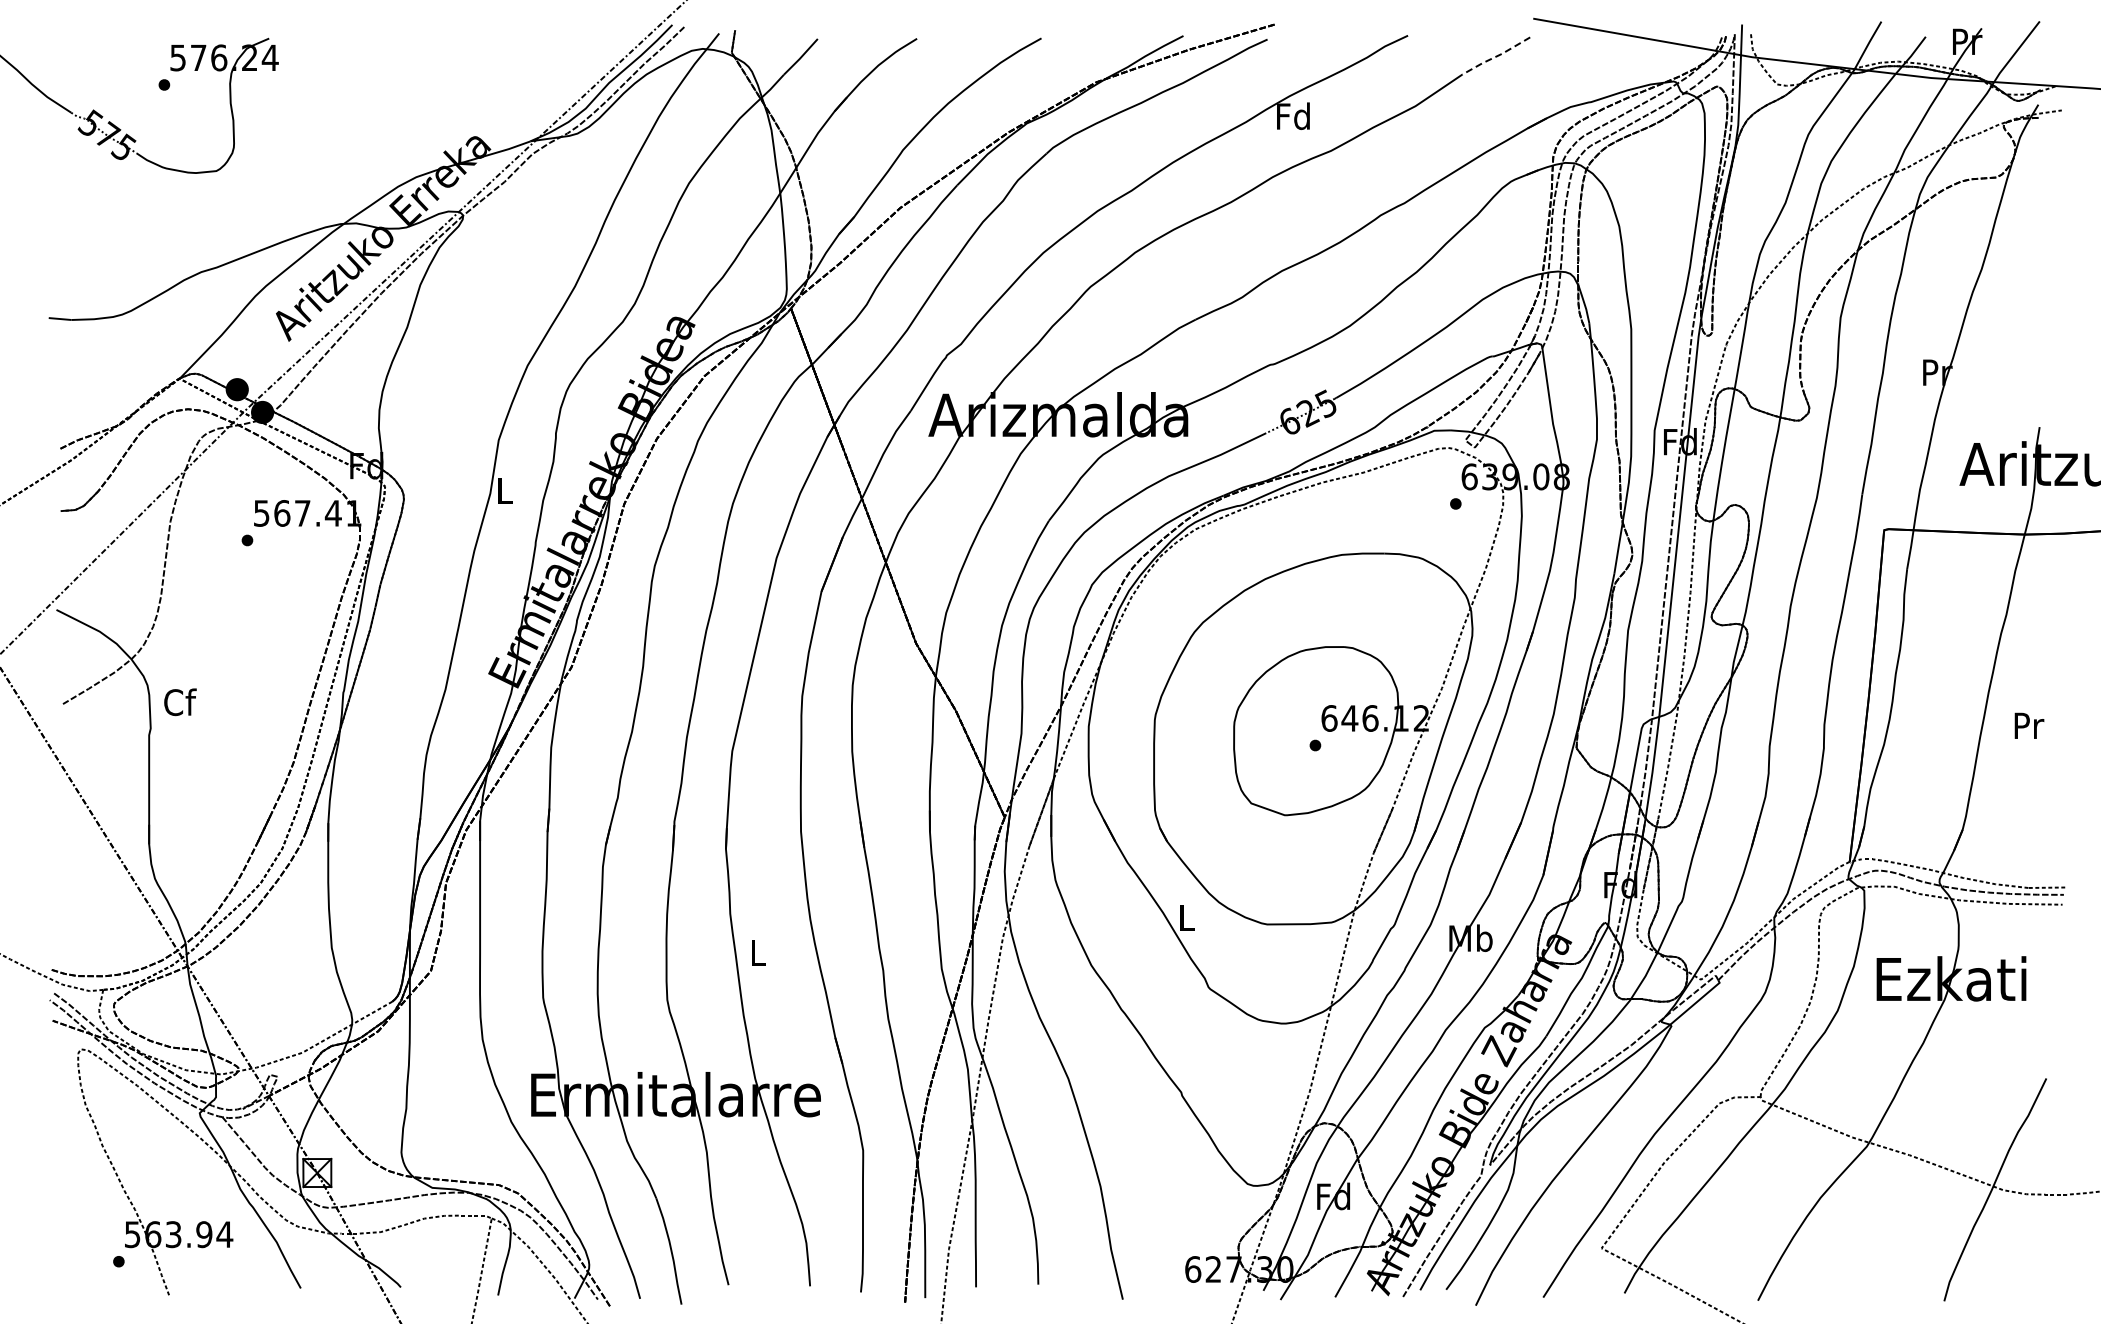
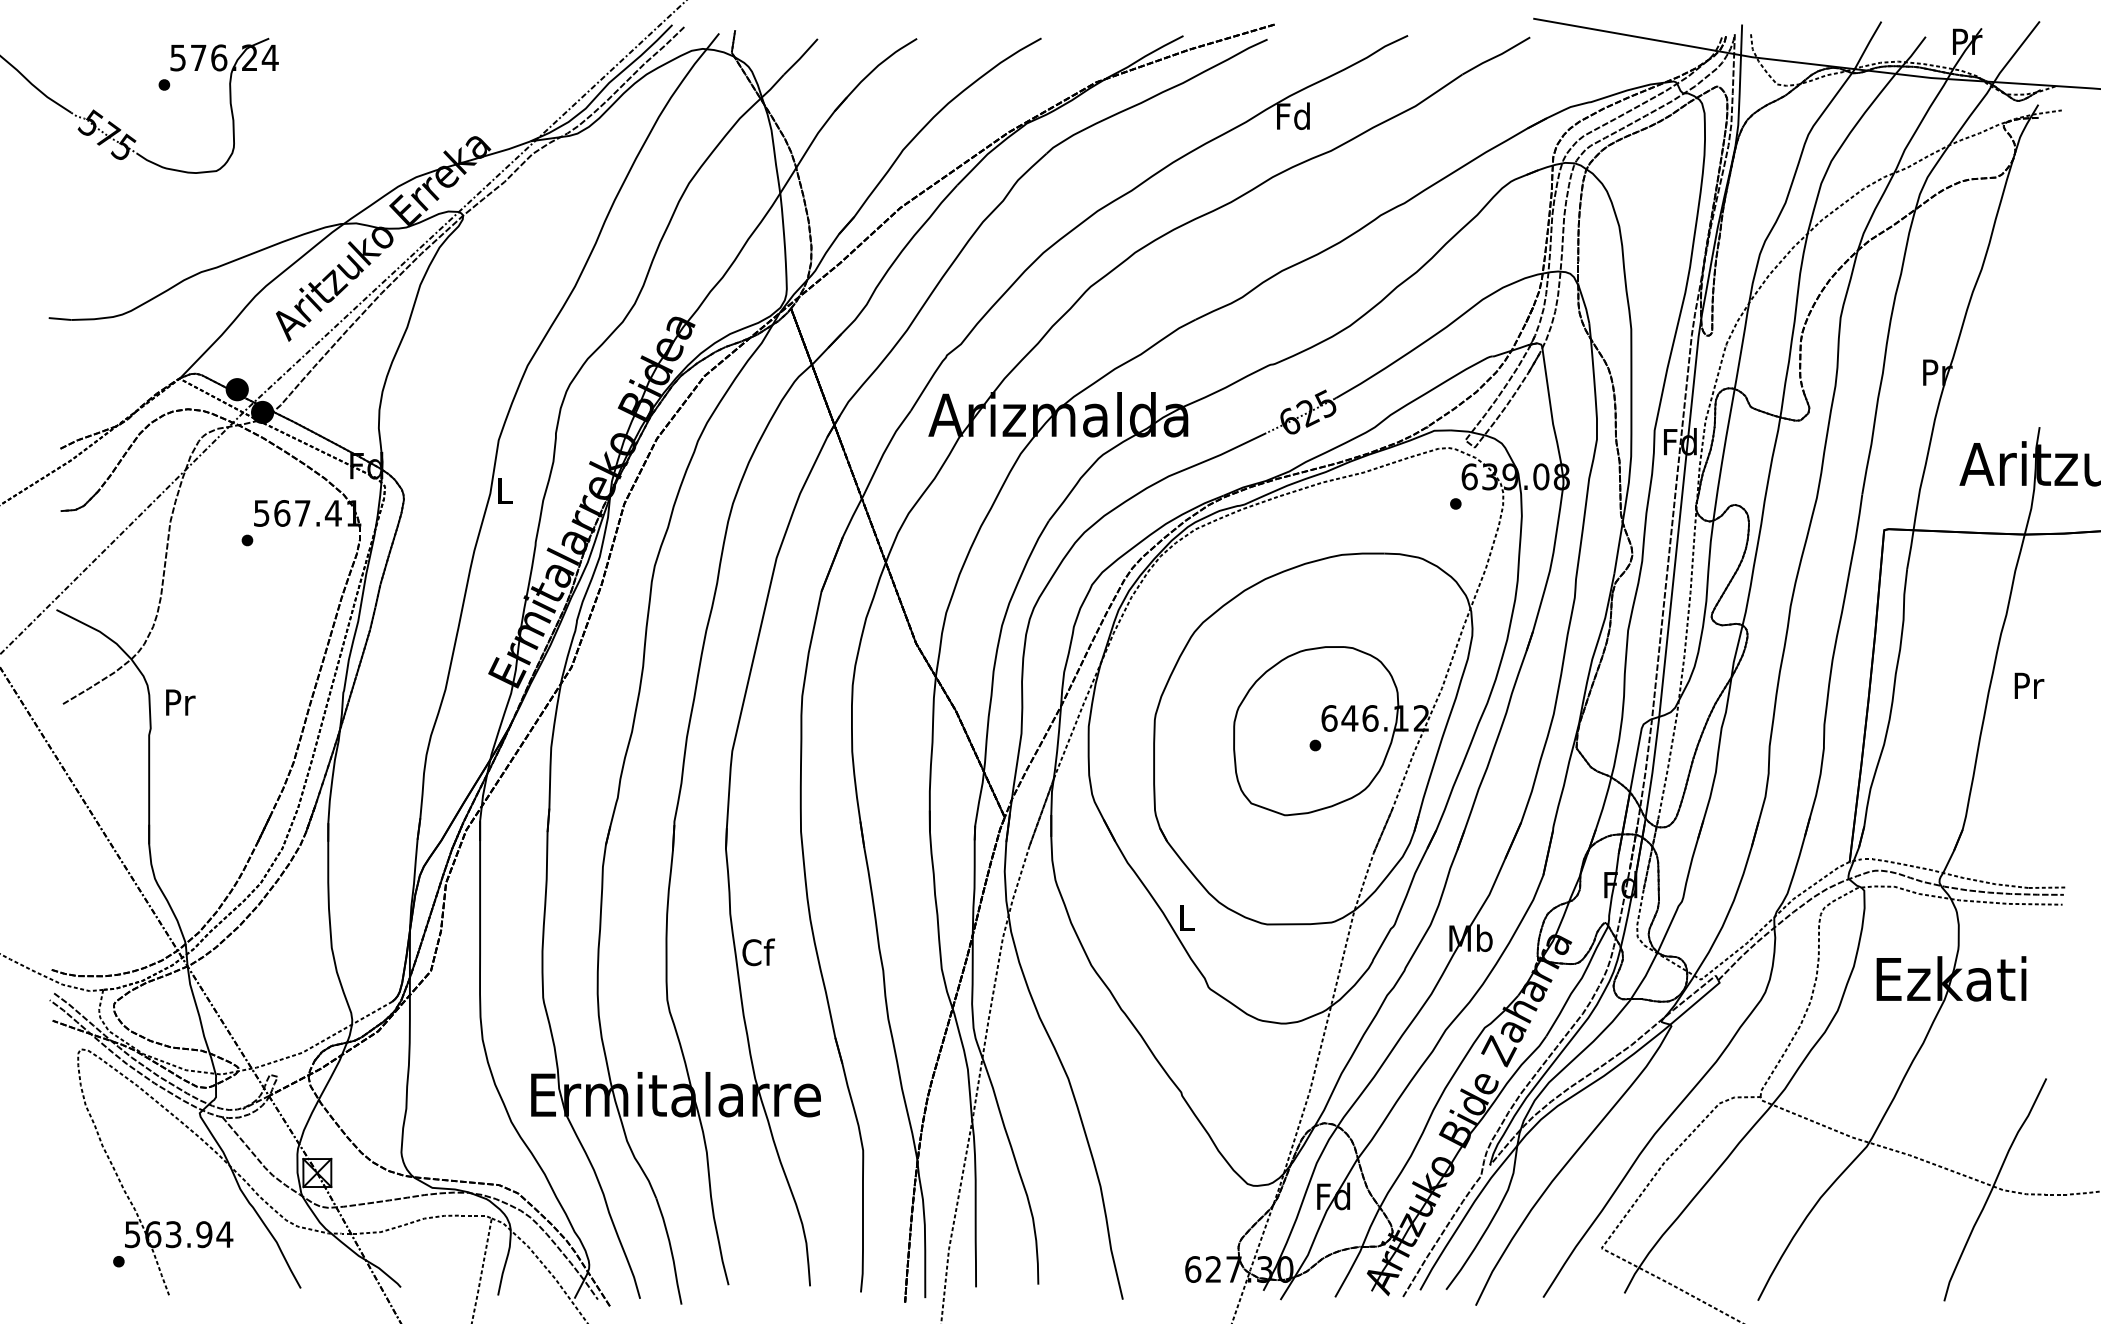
line at (1495, 56): dashed -> solid
text at (180, 702): Cf -> Pr
text at (2029, 725) position: (2029, 725) -> (2029, 685)
text at (758, 952): L -> Cf
